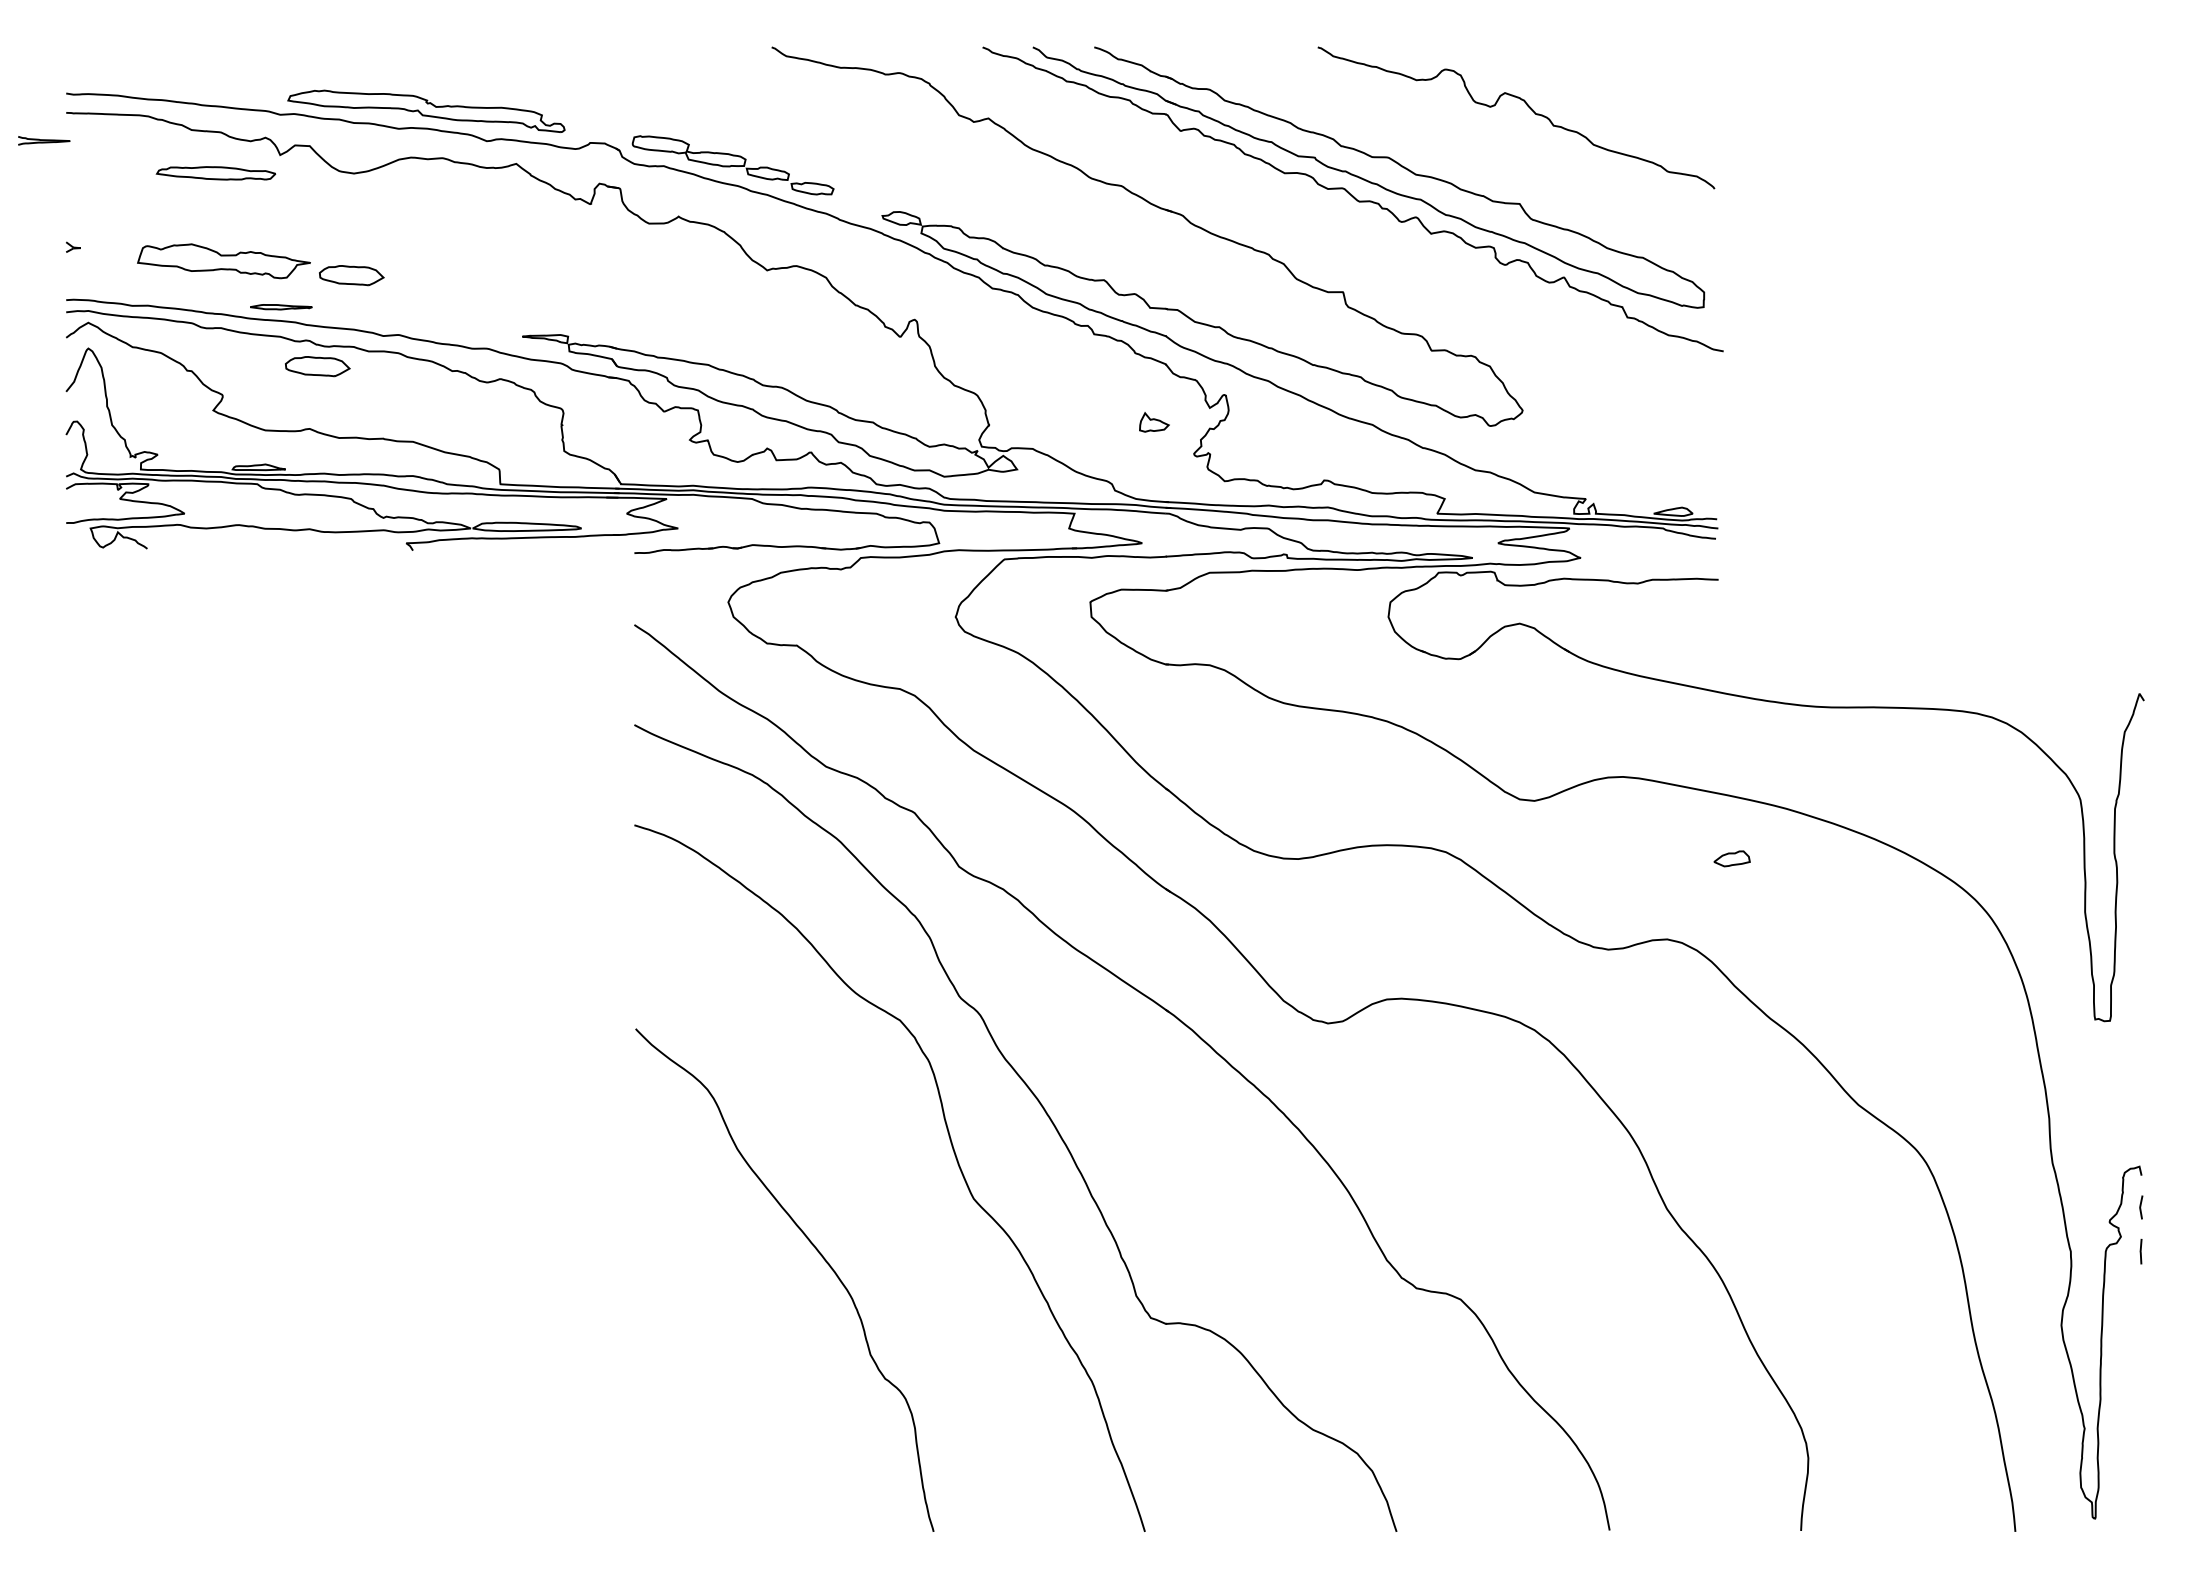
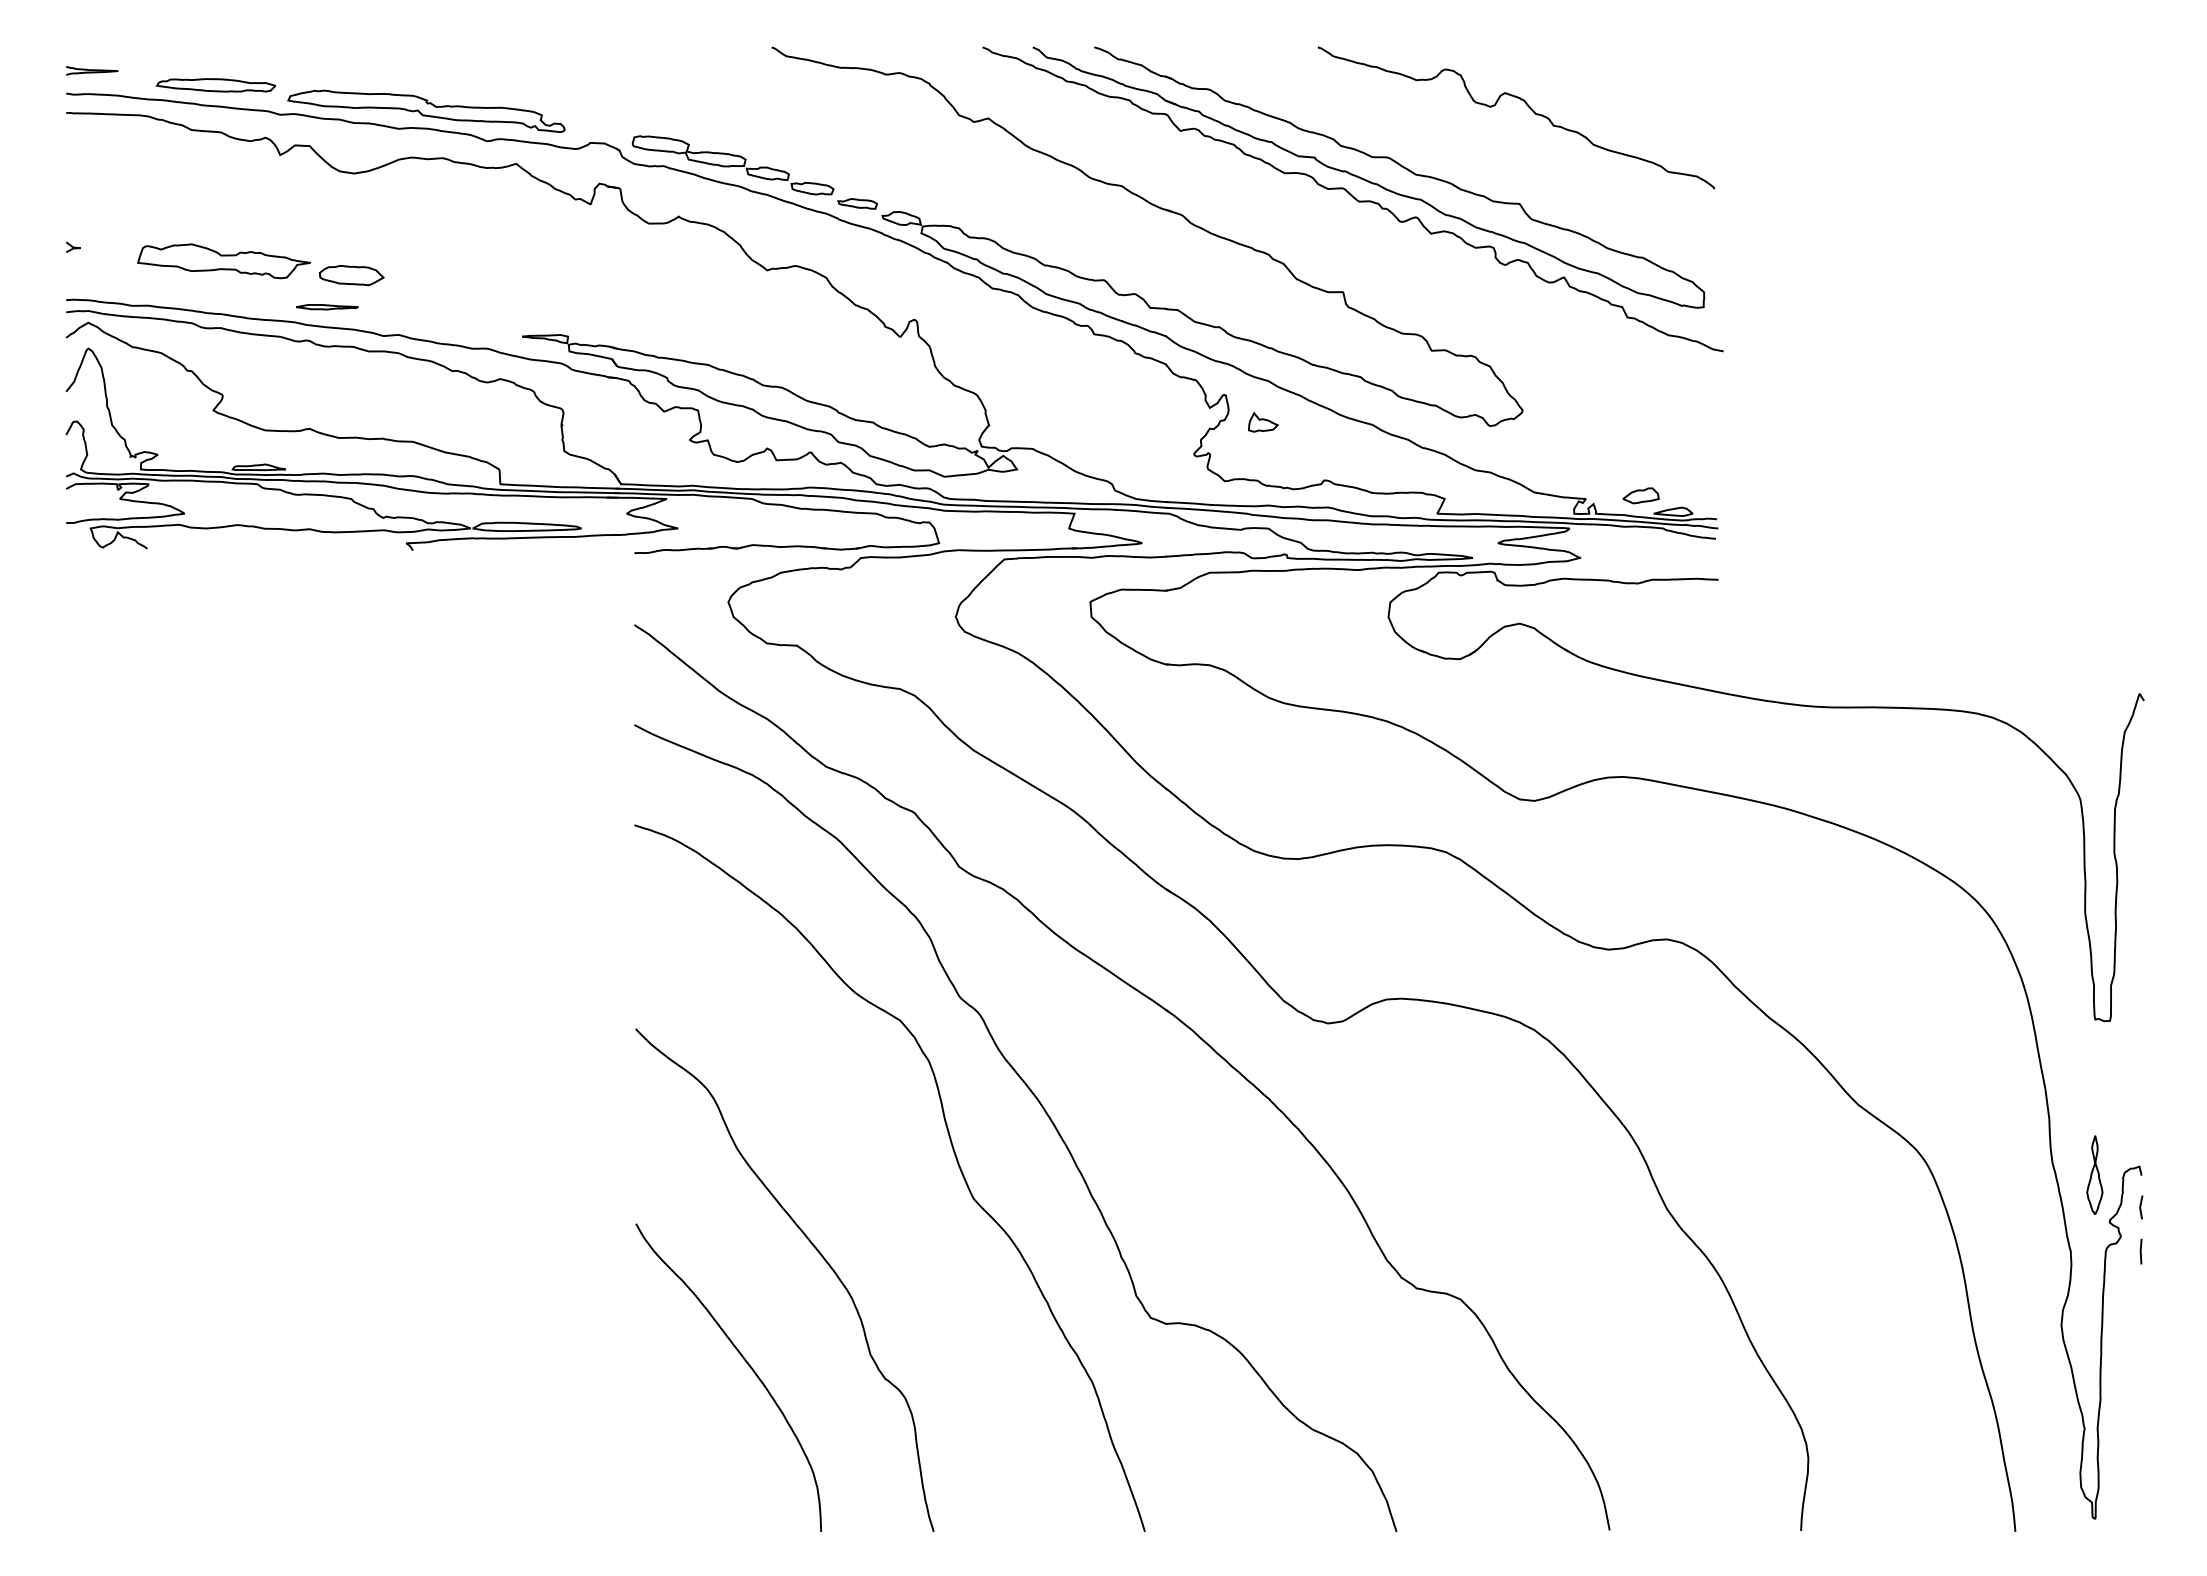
part at (44, 140) position: (44, 140) -> (92, 70)
part at (215, 173) position: (215, 173) -> (215, 85)
part at (857, 203): none -> present
part at (281, 307) position: (281, 307) -> (327, 307)
part at (317, 366): present -> none
part at (1154, 422) position: (1154, 422) -> (1263, 422)
part at (1731, 858) position: (1731, 858) -> (1640, 495)
part at (2094, 1174): none -> present
curve at (745, 1362): none -> present
